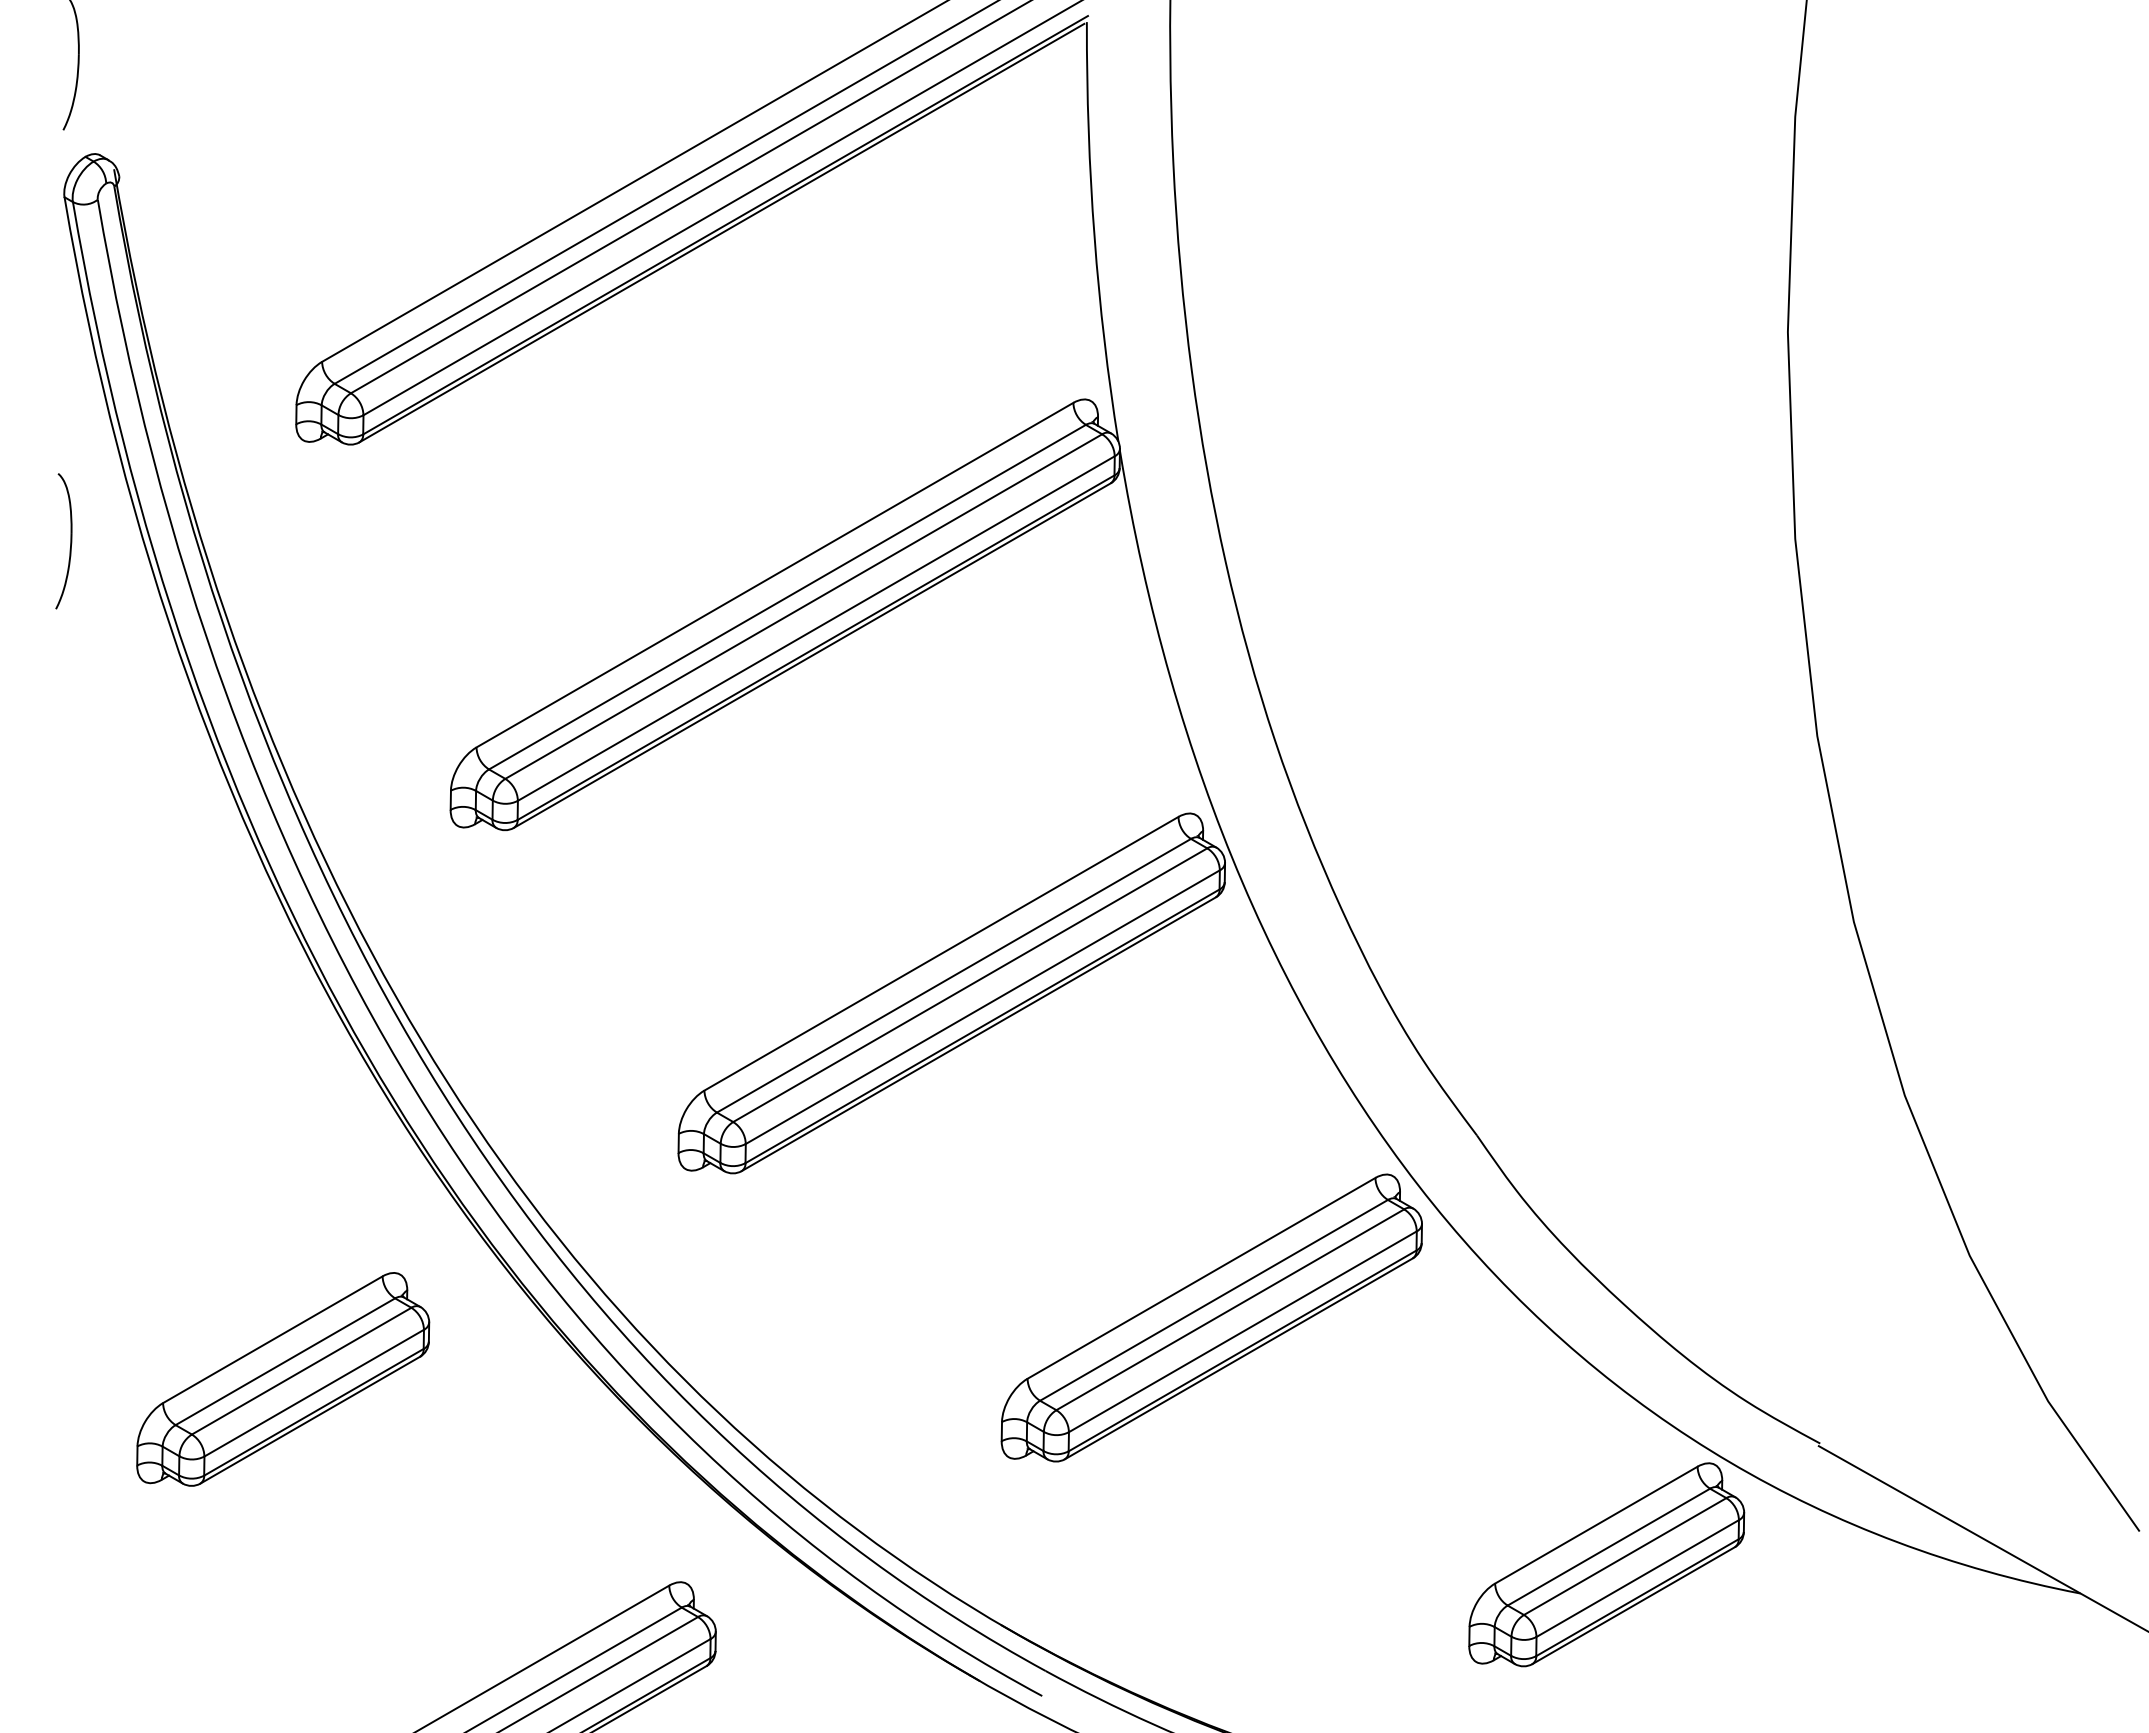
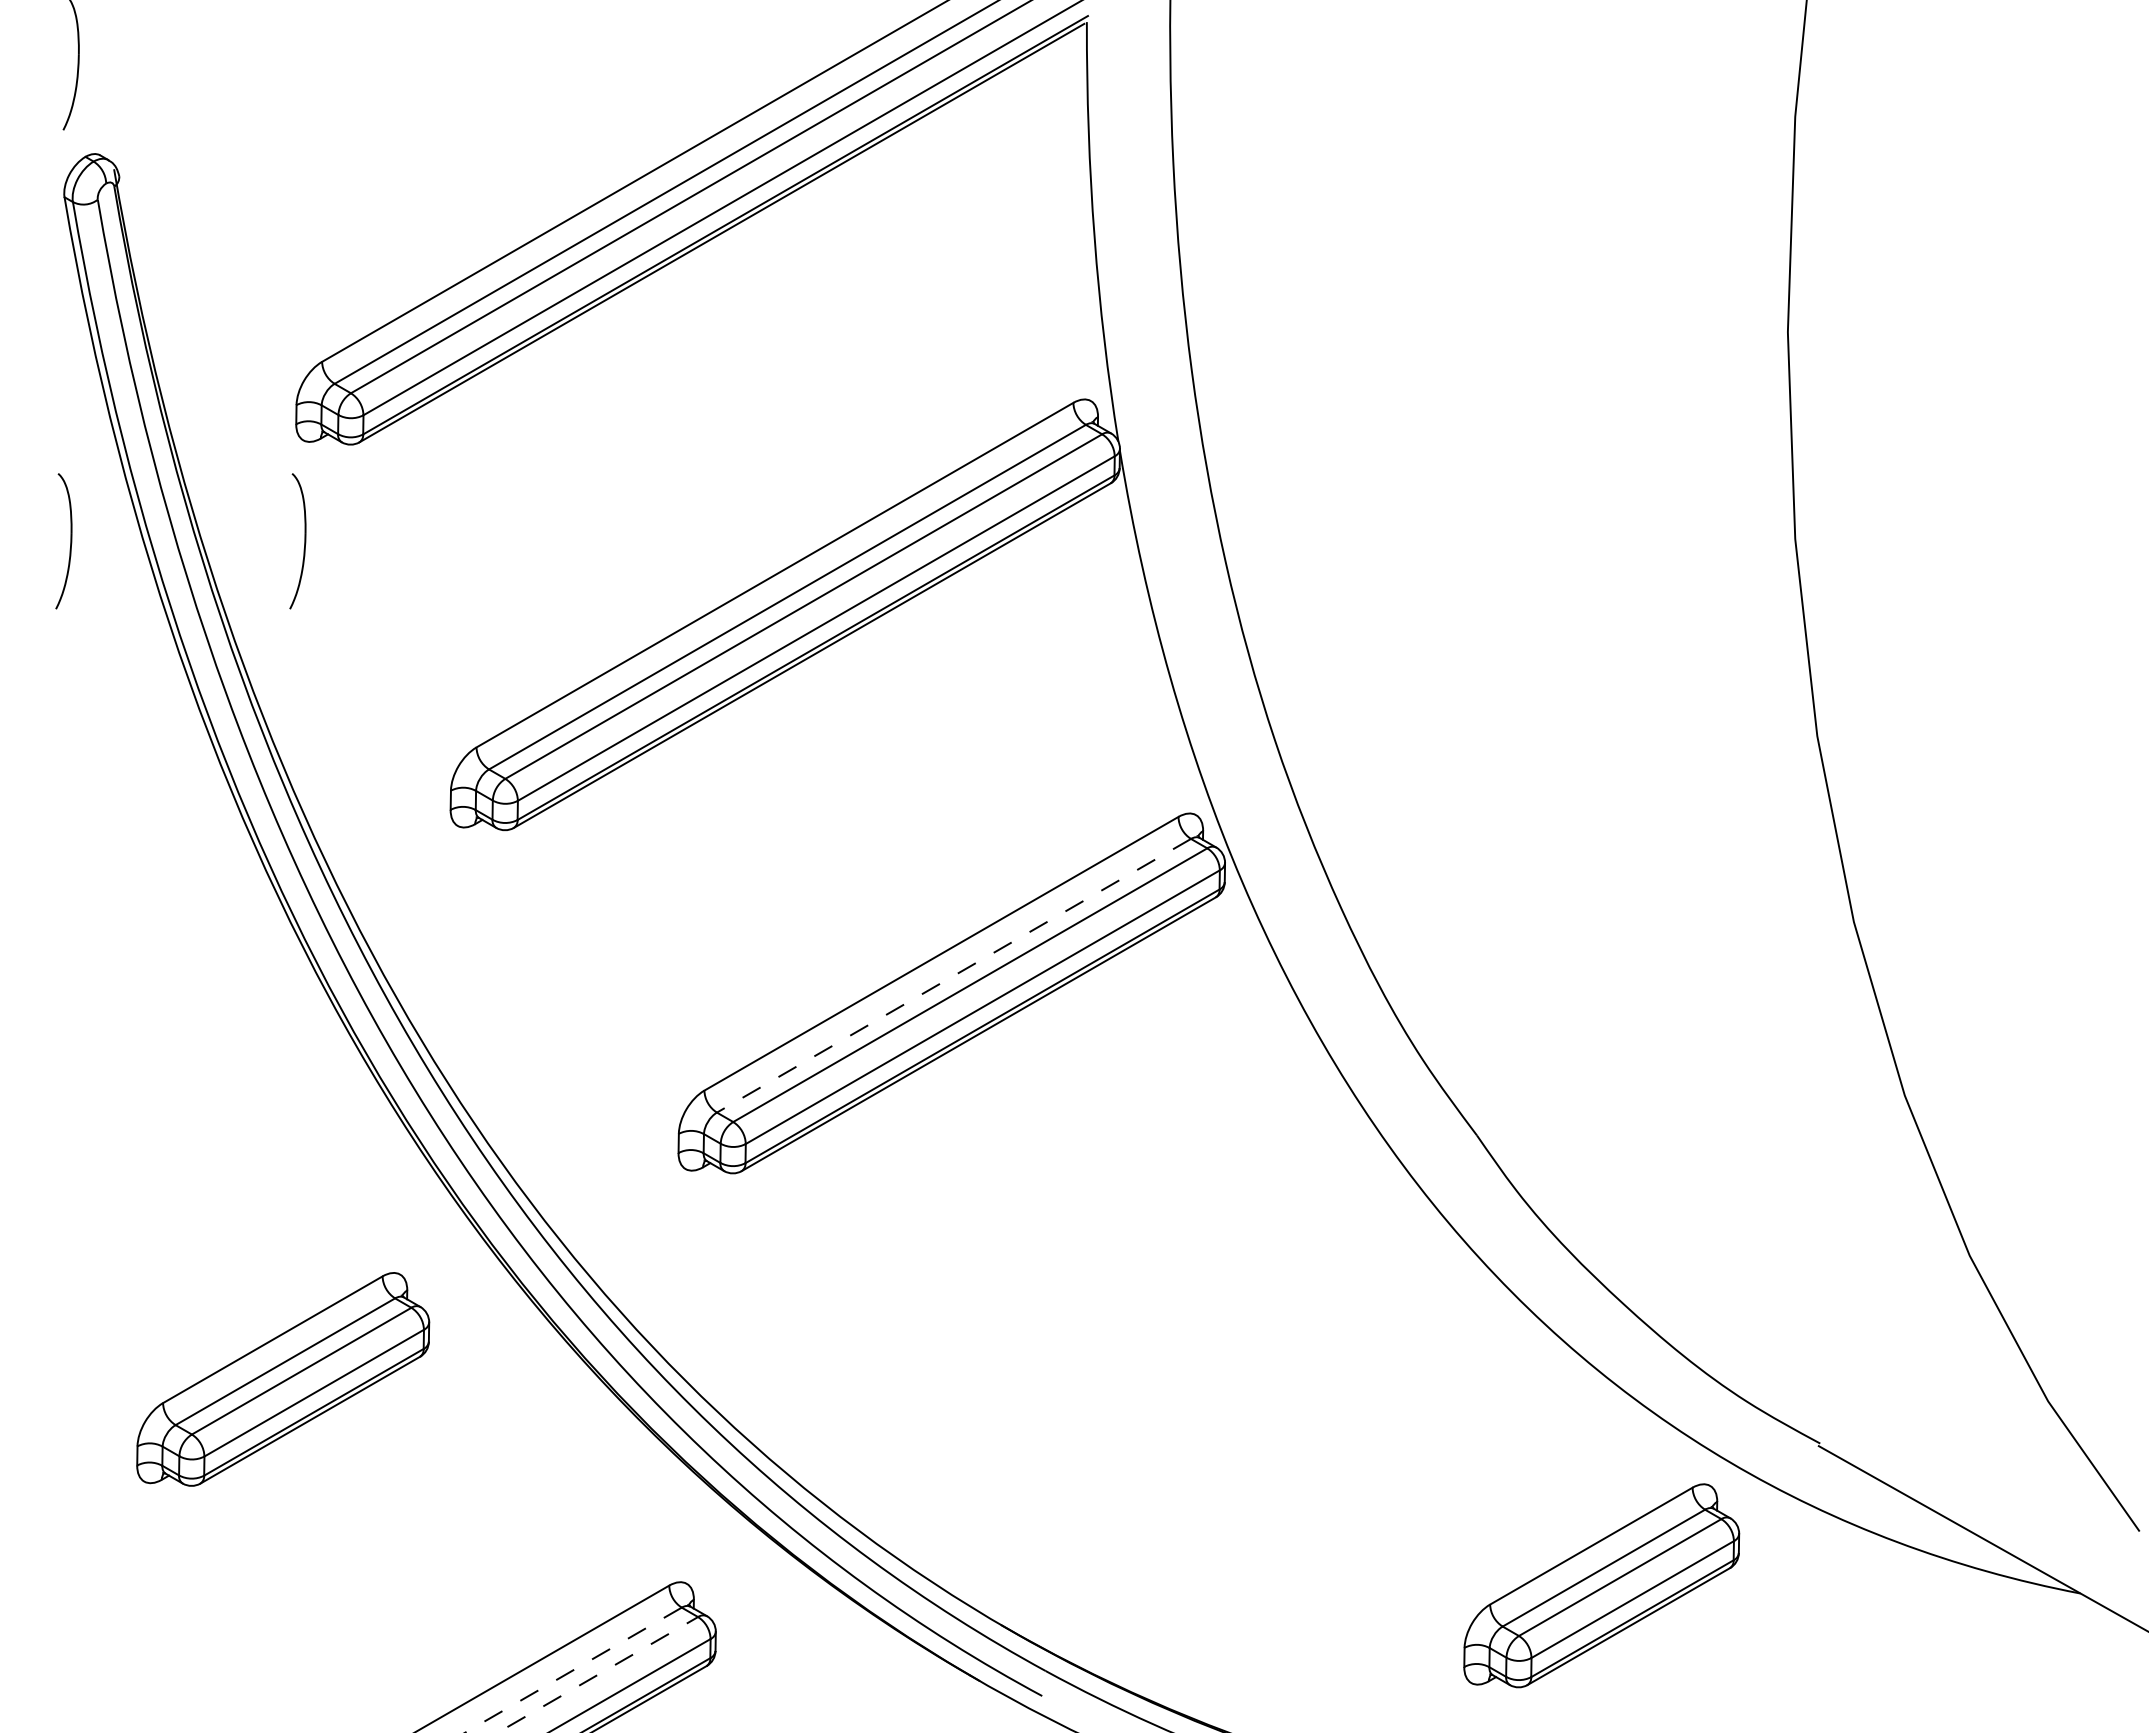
part at (304, 541): none -> present
line at (953, 975): solid -> dashed
part at (1211, 1317): present -> none
part at (1606, 1564) position: (1606, 1564) -> (1601, 1585)
line at (573, 1670): solid -> dashed
line at (598, 1674): solid -> dashed
